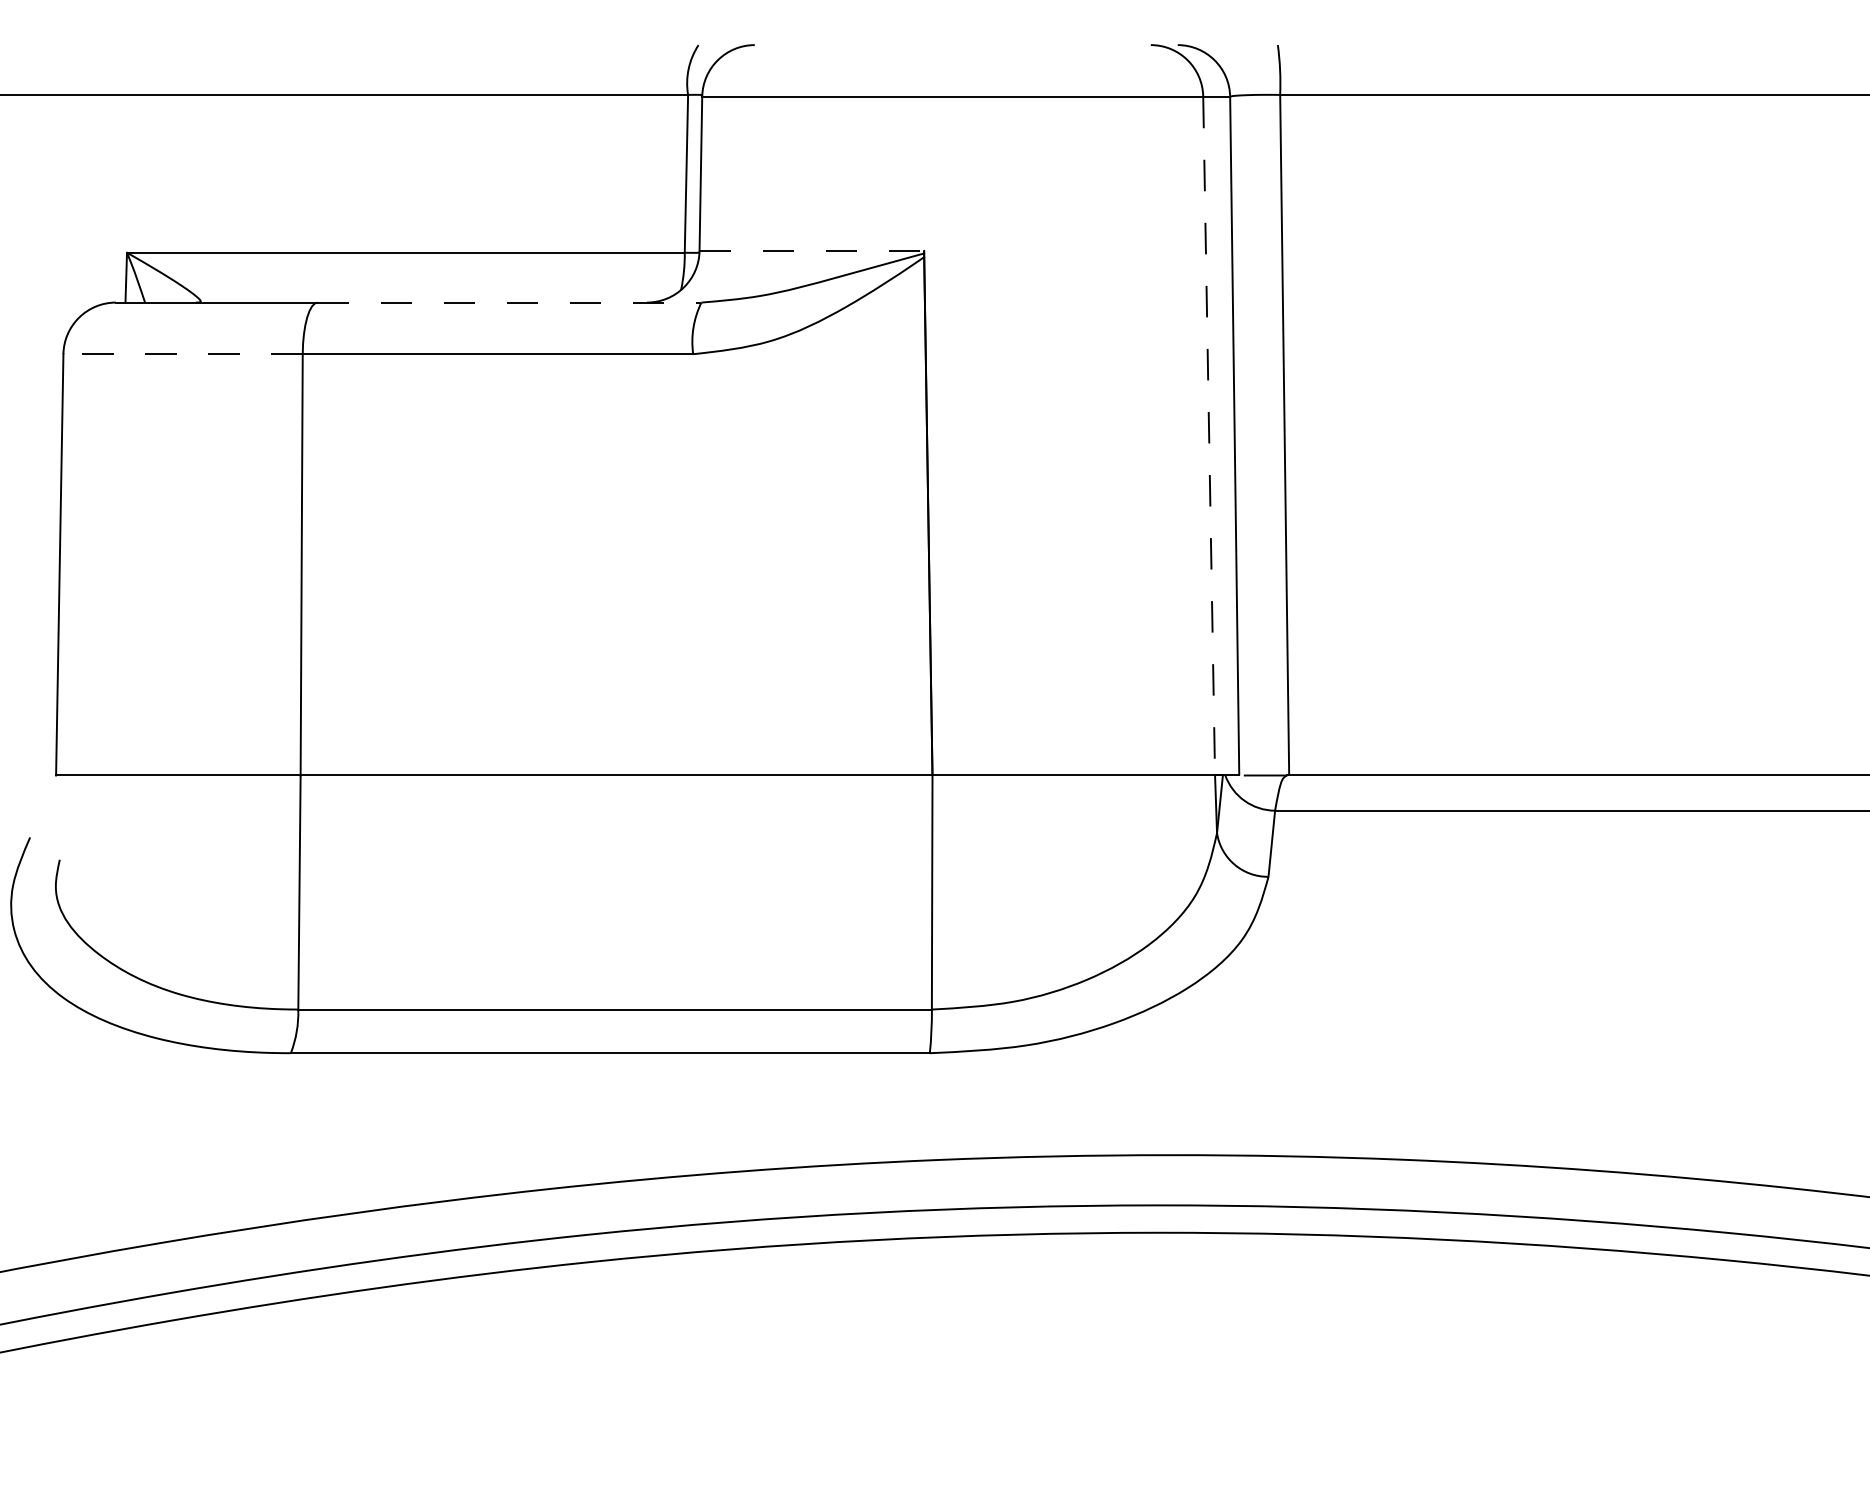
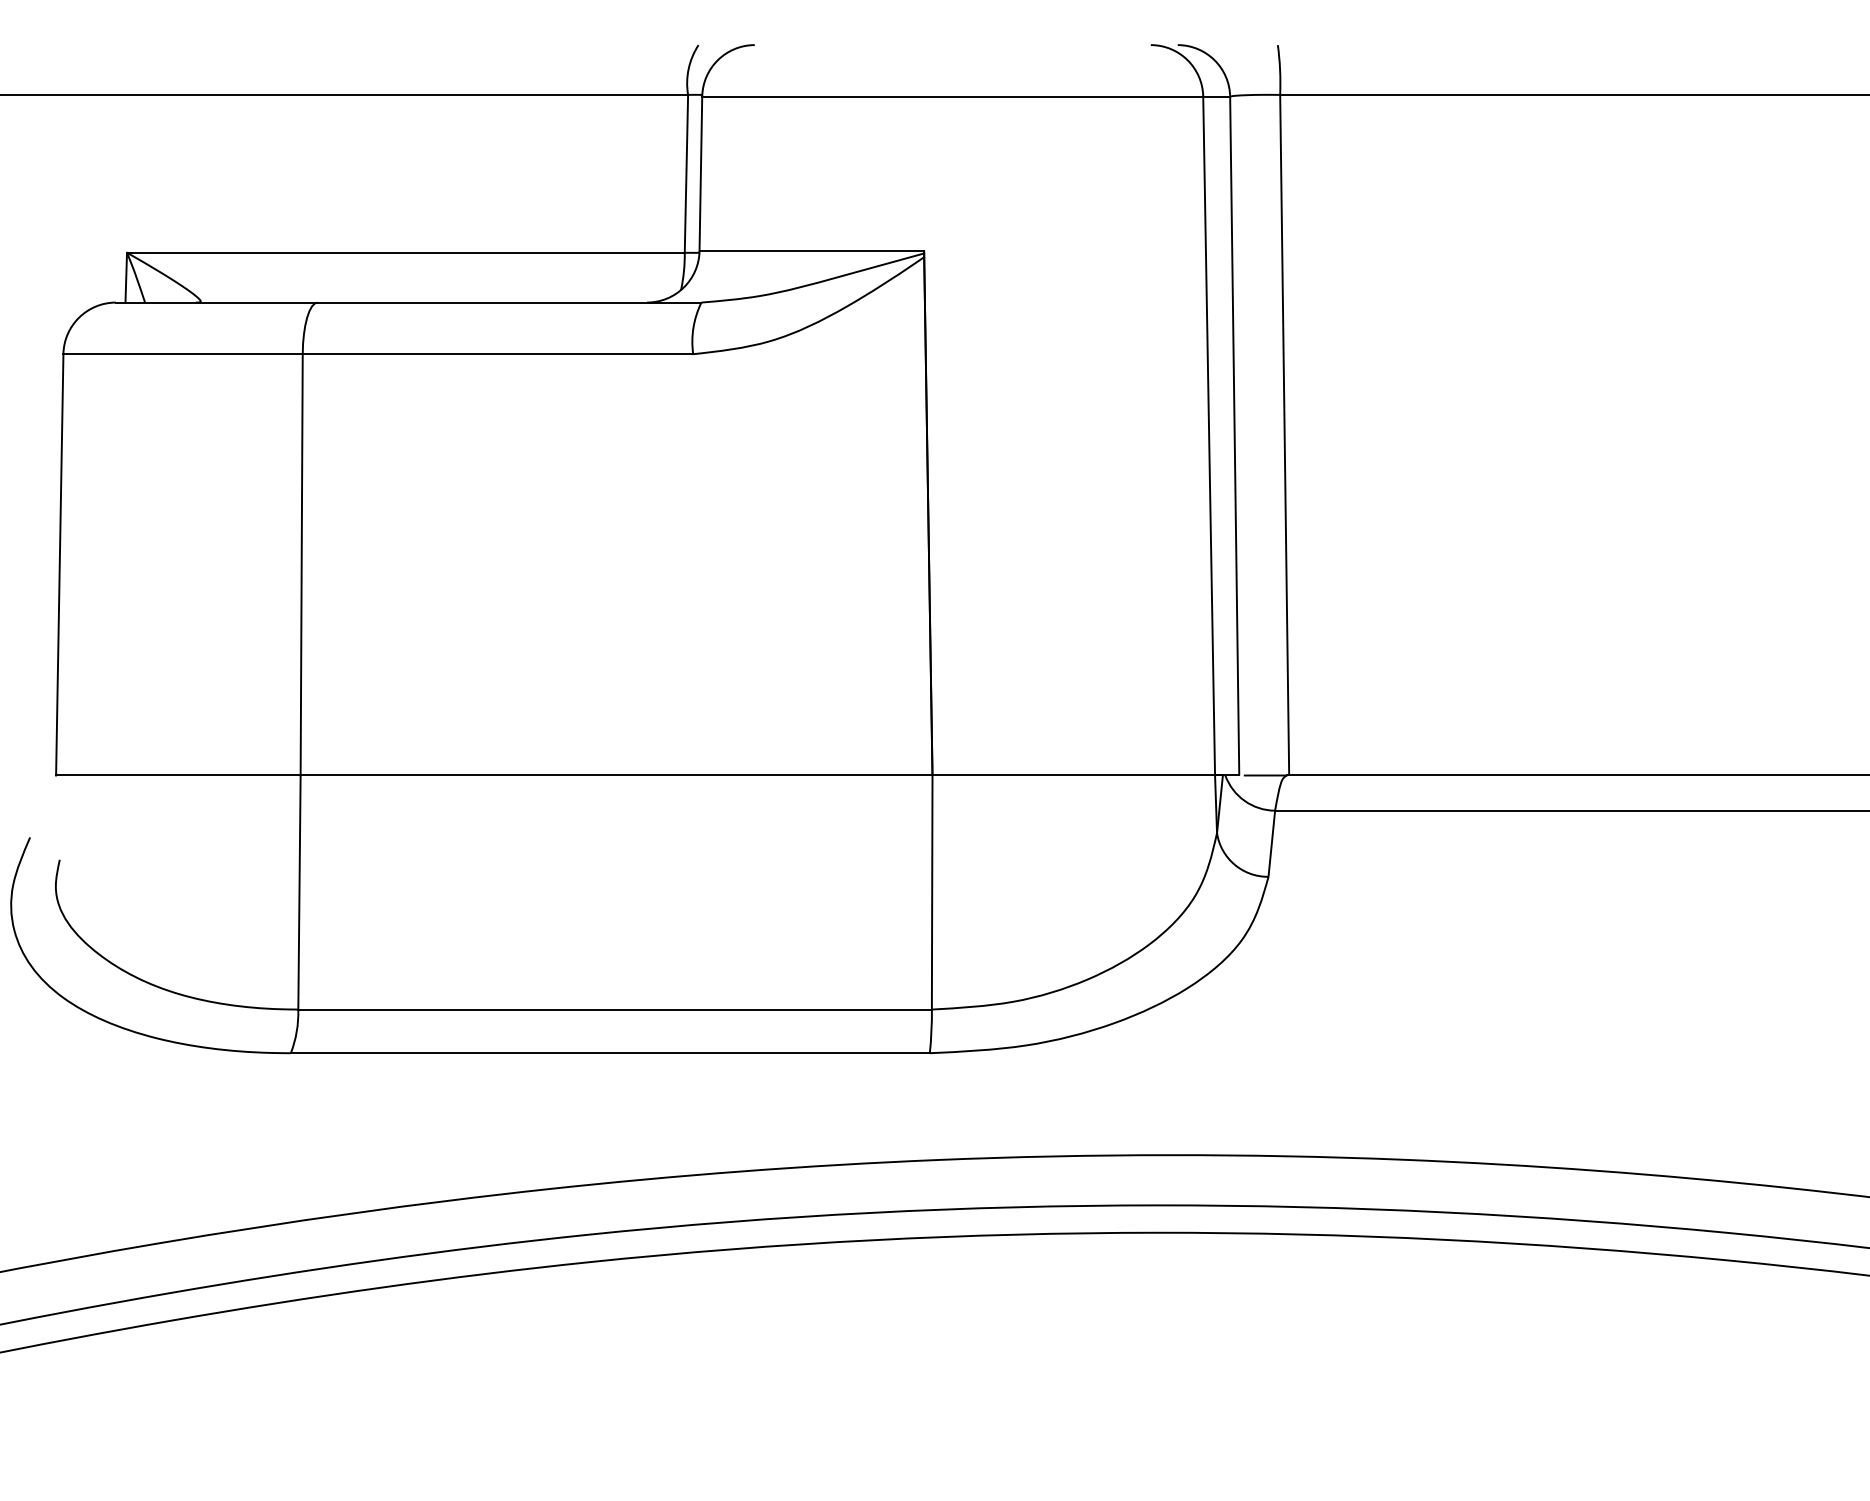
line at (812, 250): dashed -> solid
line at (509, 302): dashed -> solid
line at (183, 354): dashed -> solid
line at (1209, 436): dashed -> solid
